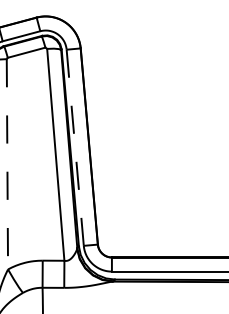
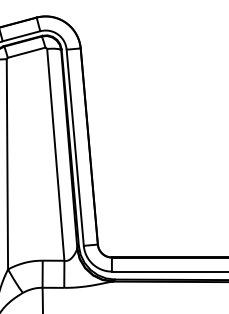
line at (75, 148): dashed -> solid
line at (7, 164): dashed -> solid
